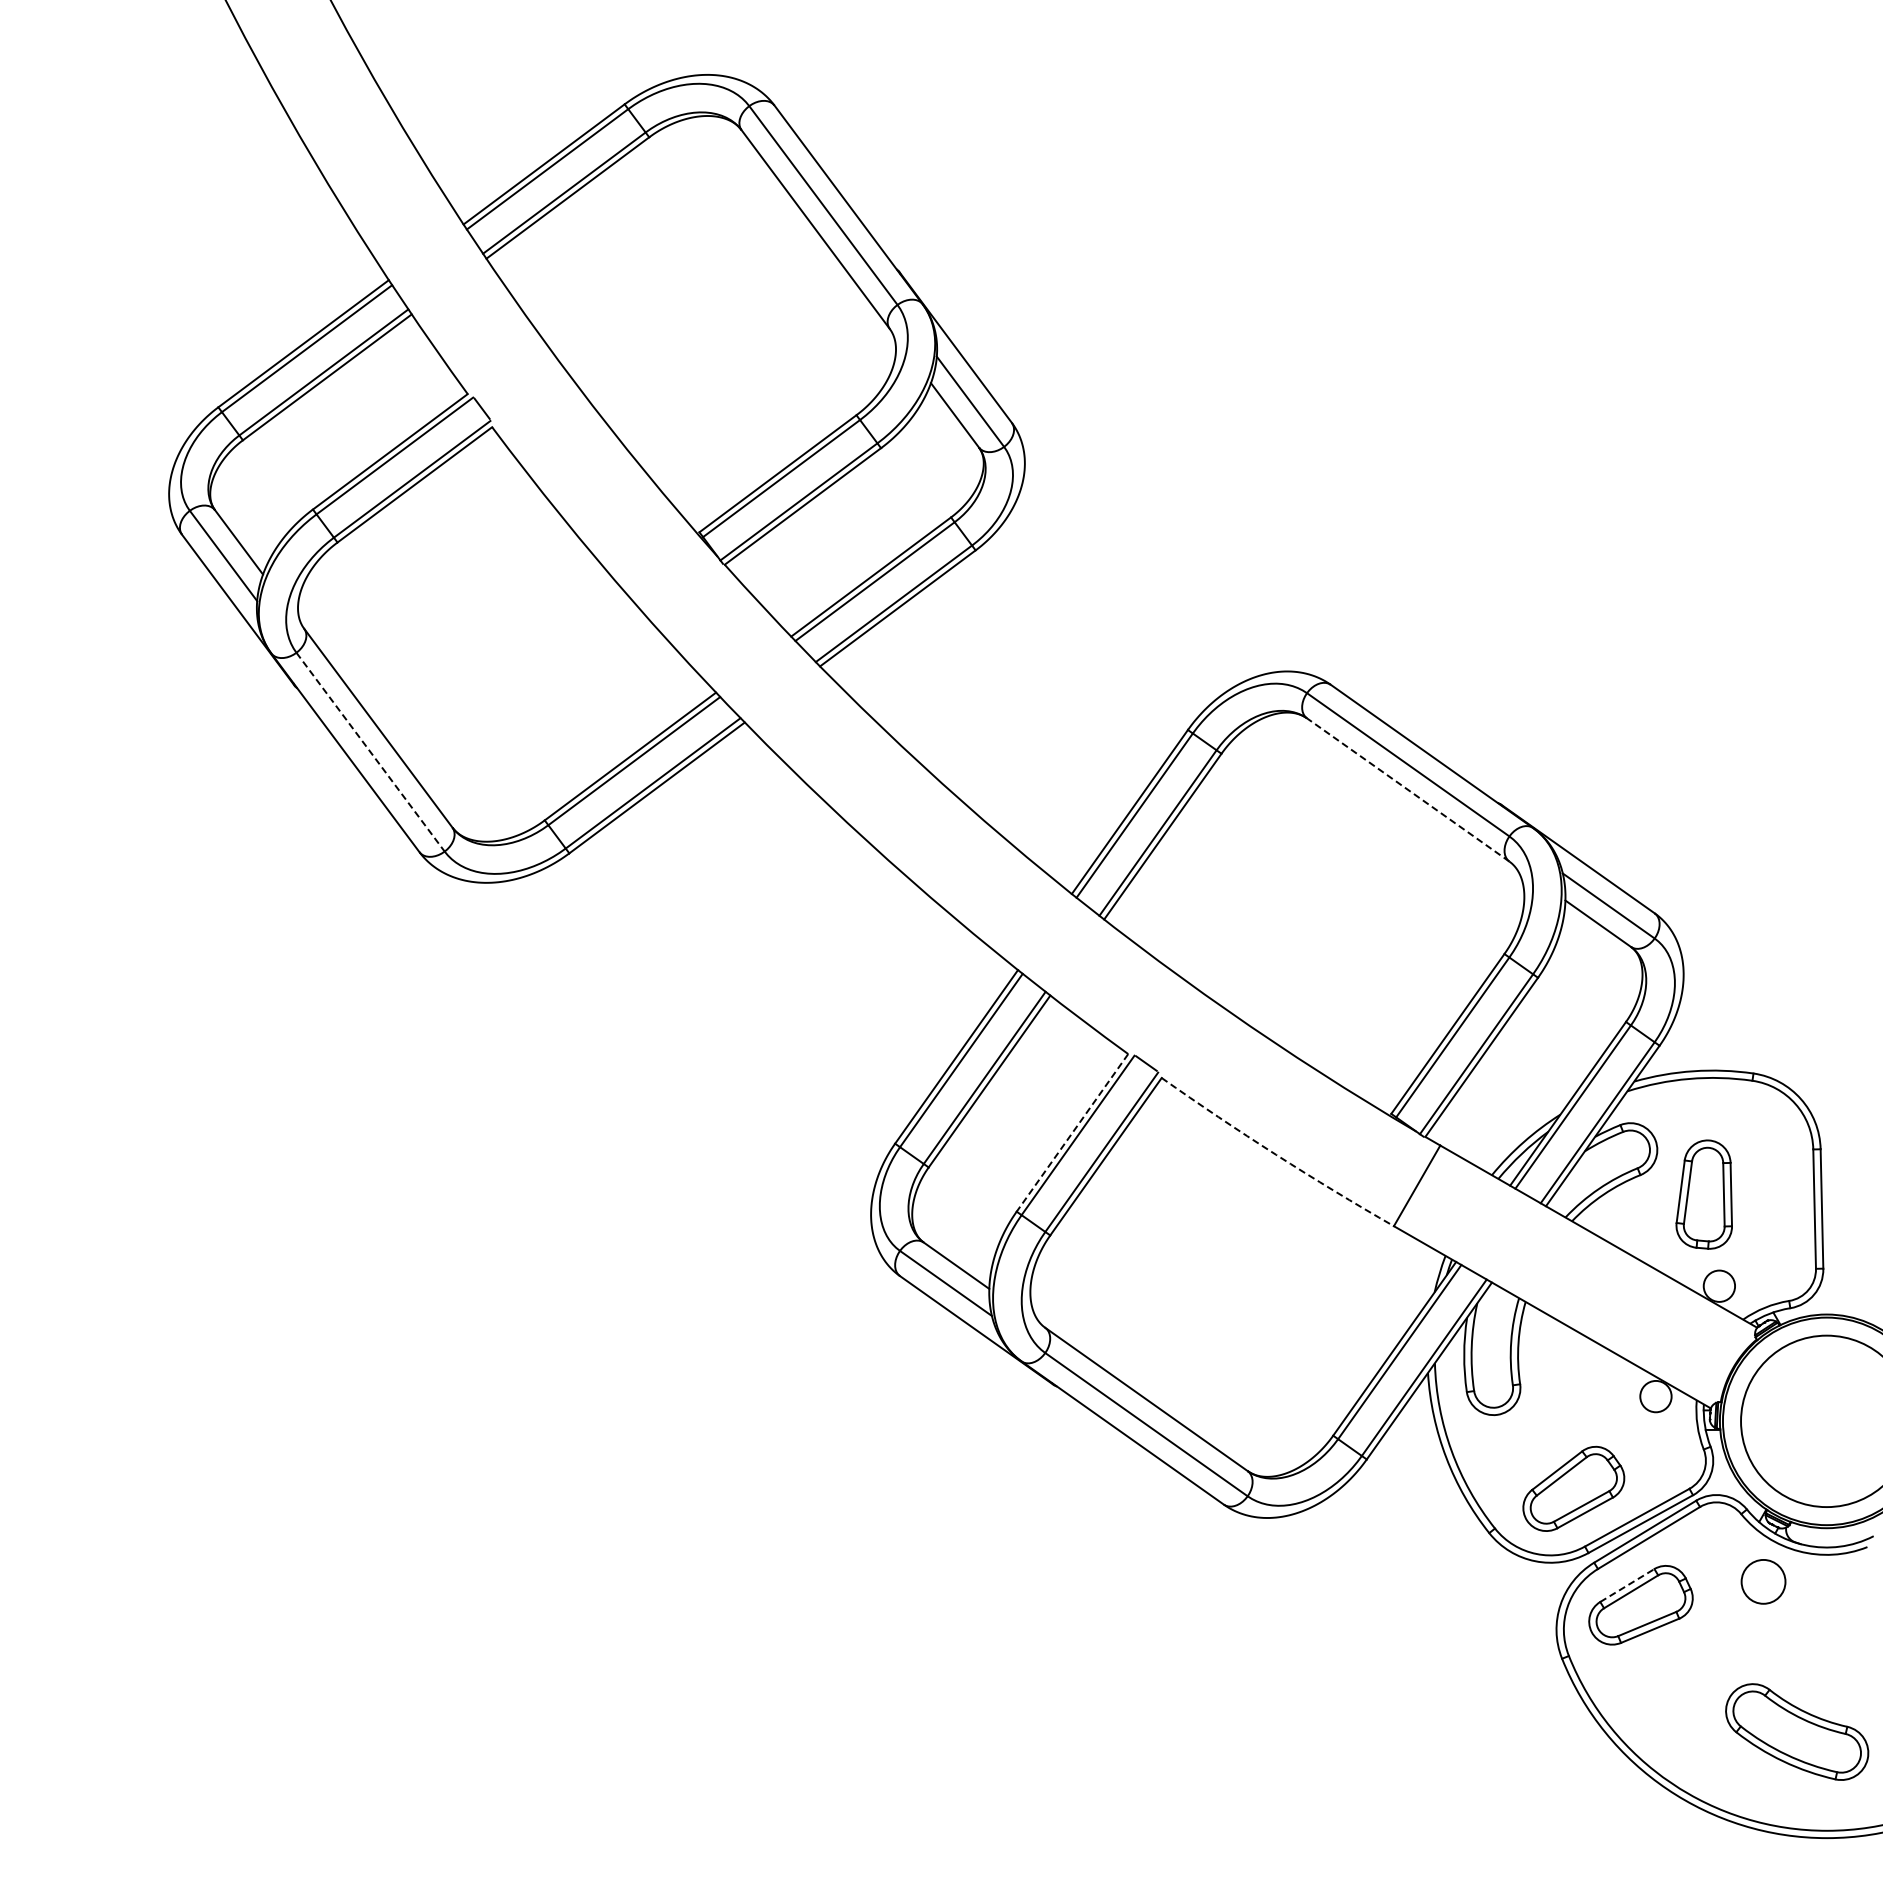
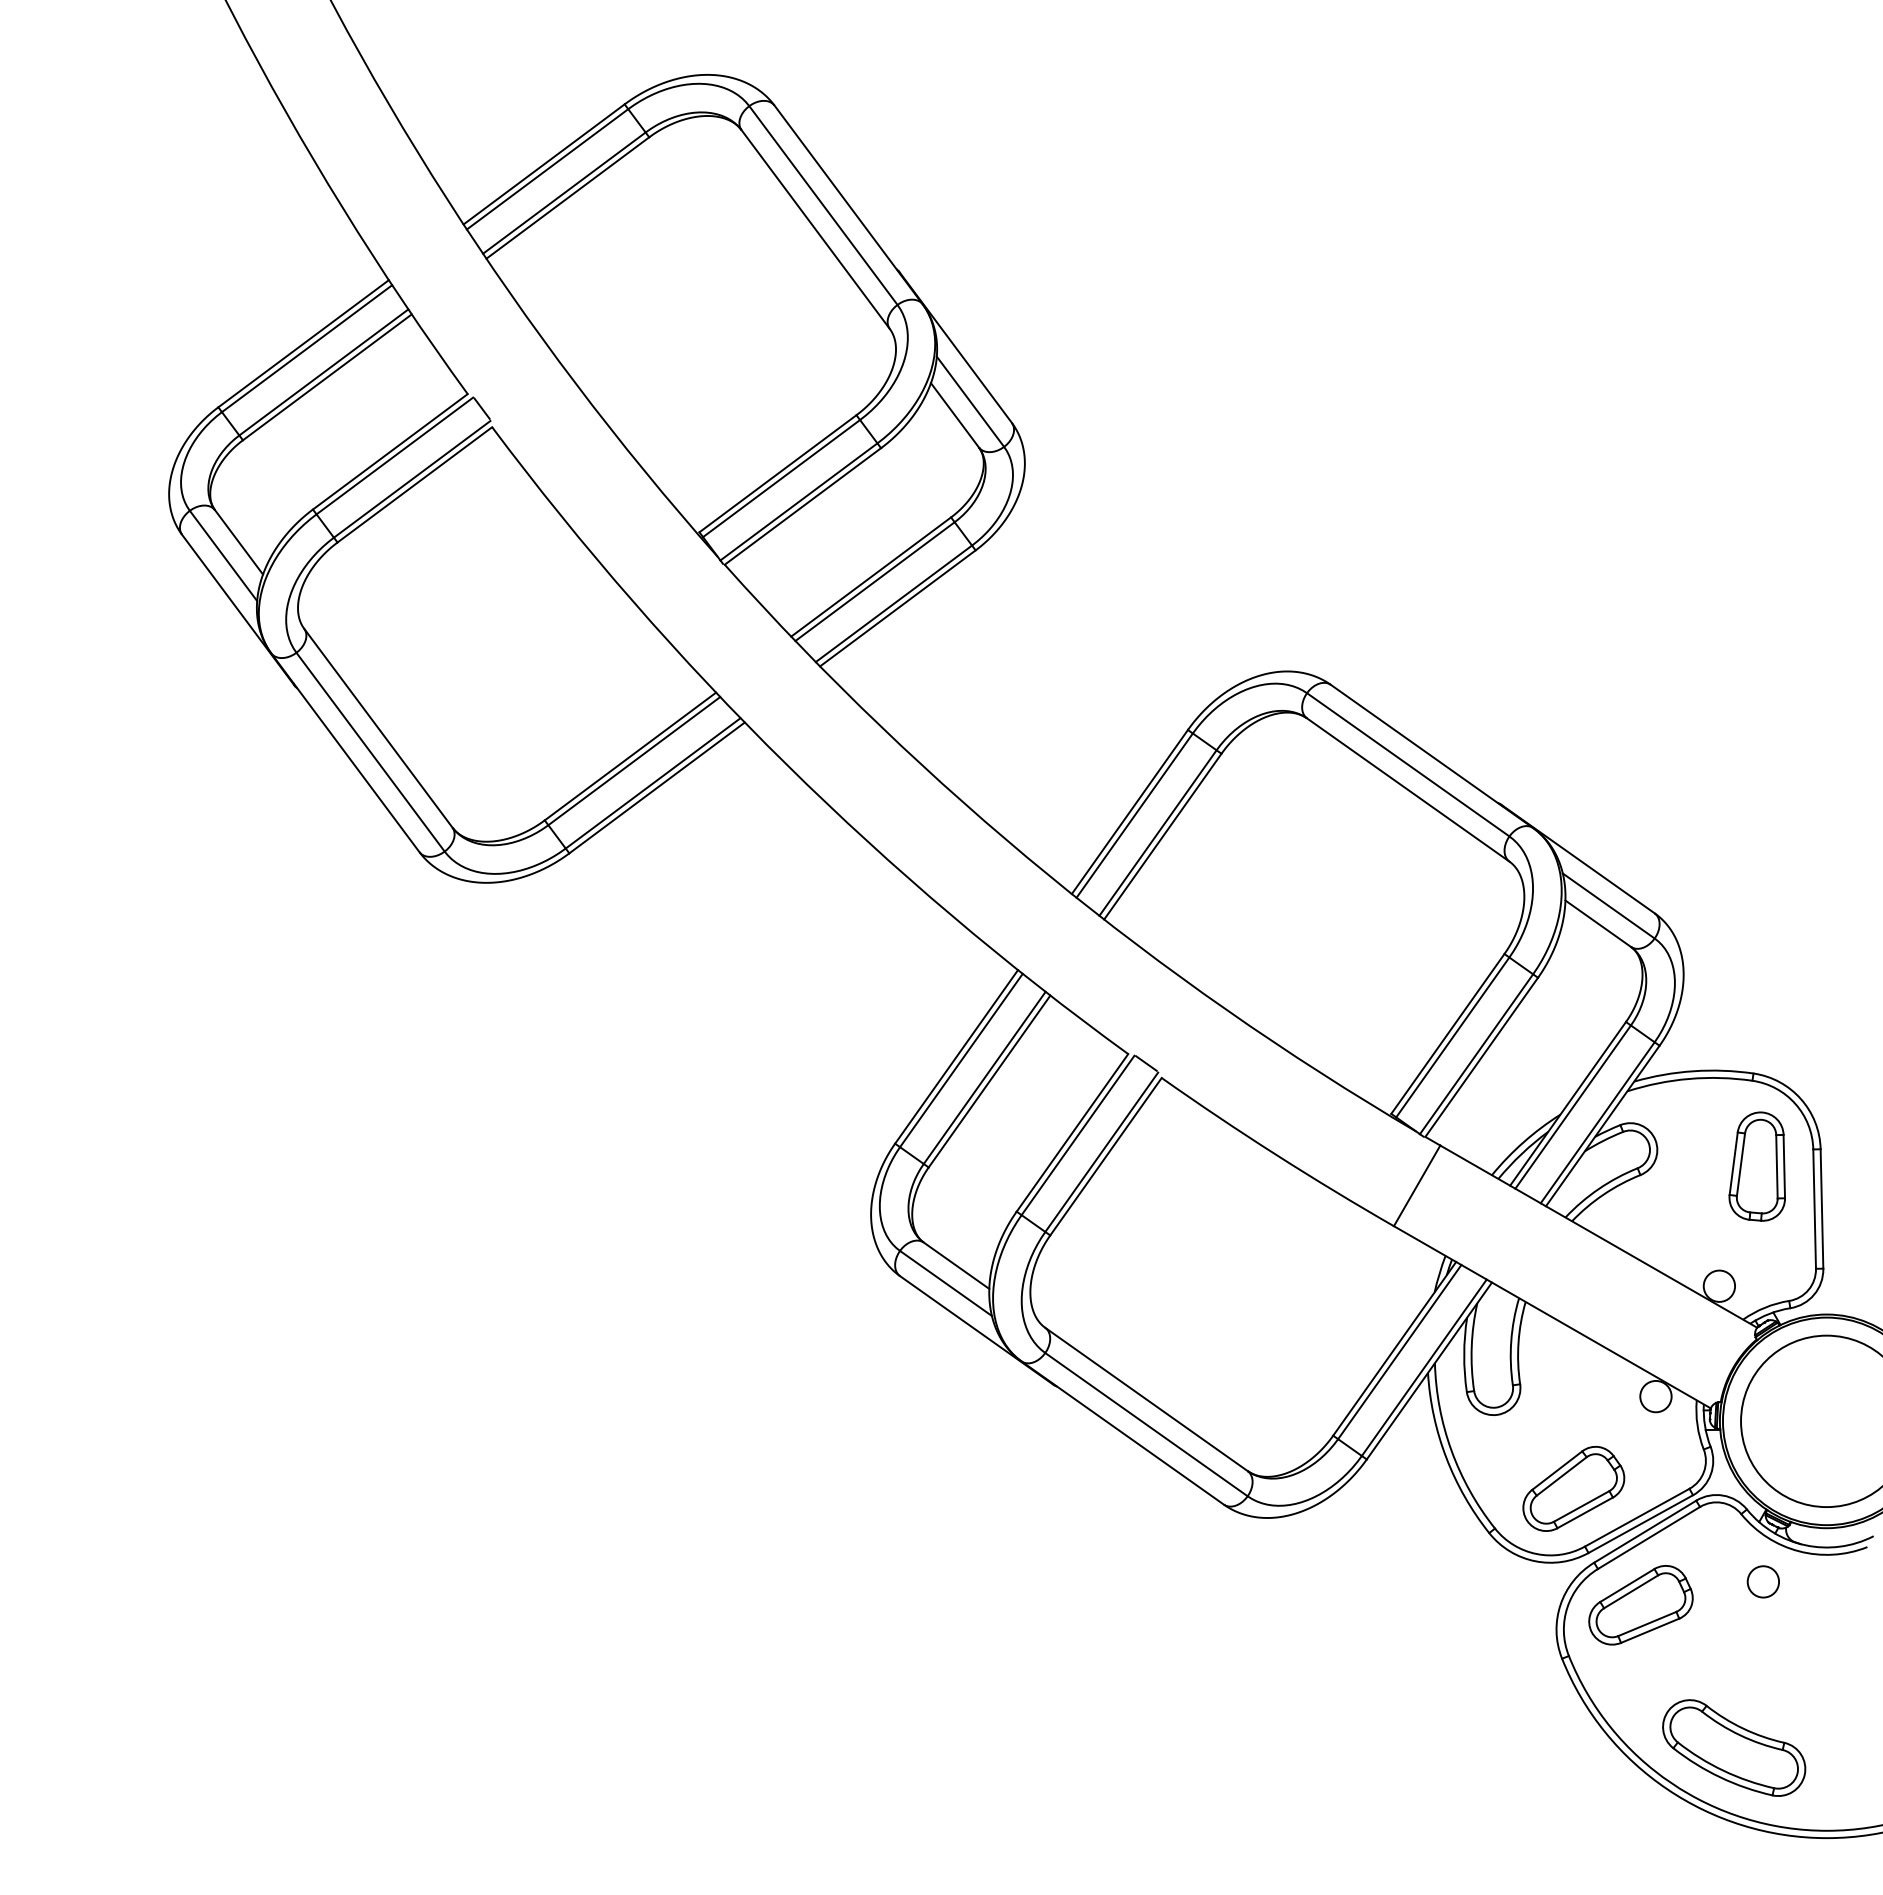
line at (370, 752): dashed -> solid
line at (1408, 789): dashed -> solid
line at (1072, 1132): dashed -> solid
arc at (1276, 1154): dashed -> solid
part at (1703, 1194) position: (1703, 1194) -> (1756, 1166)
circle at (1763, 1581) size: 47x46 px -> 34x34 px
line at (1627, 1585): dashed -> solid
part at (1797, 1731) position: (1797, 1731) -> (1734, 1747)
